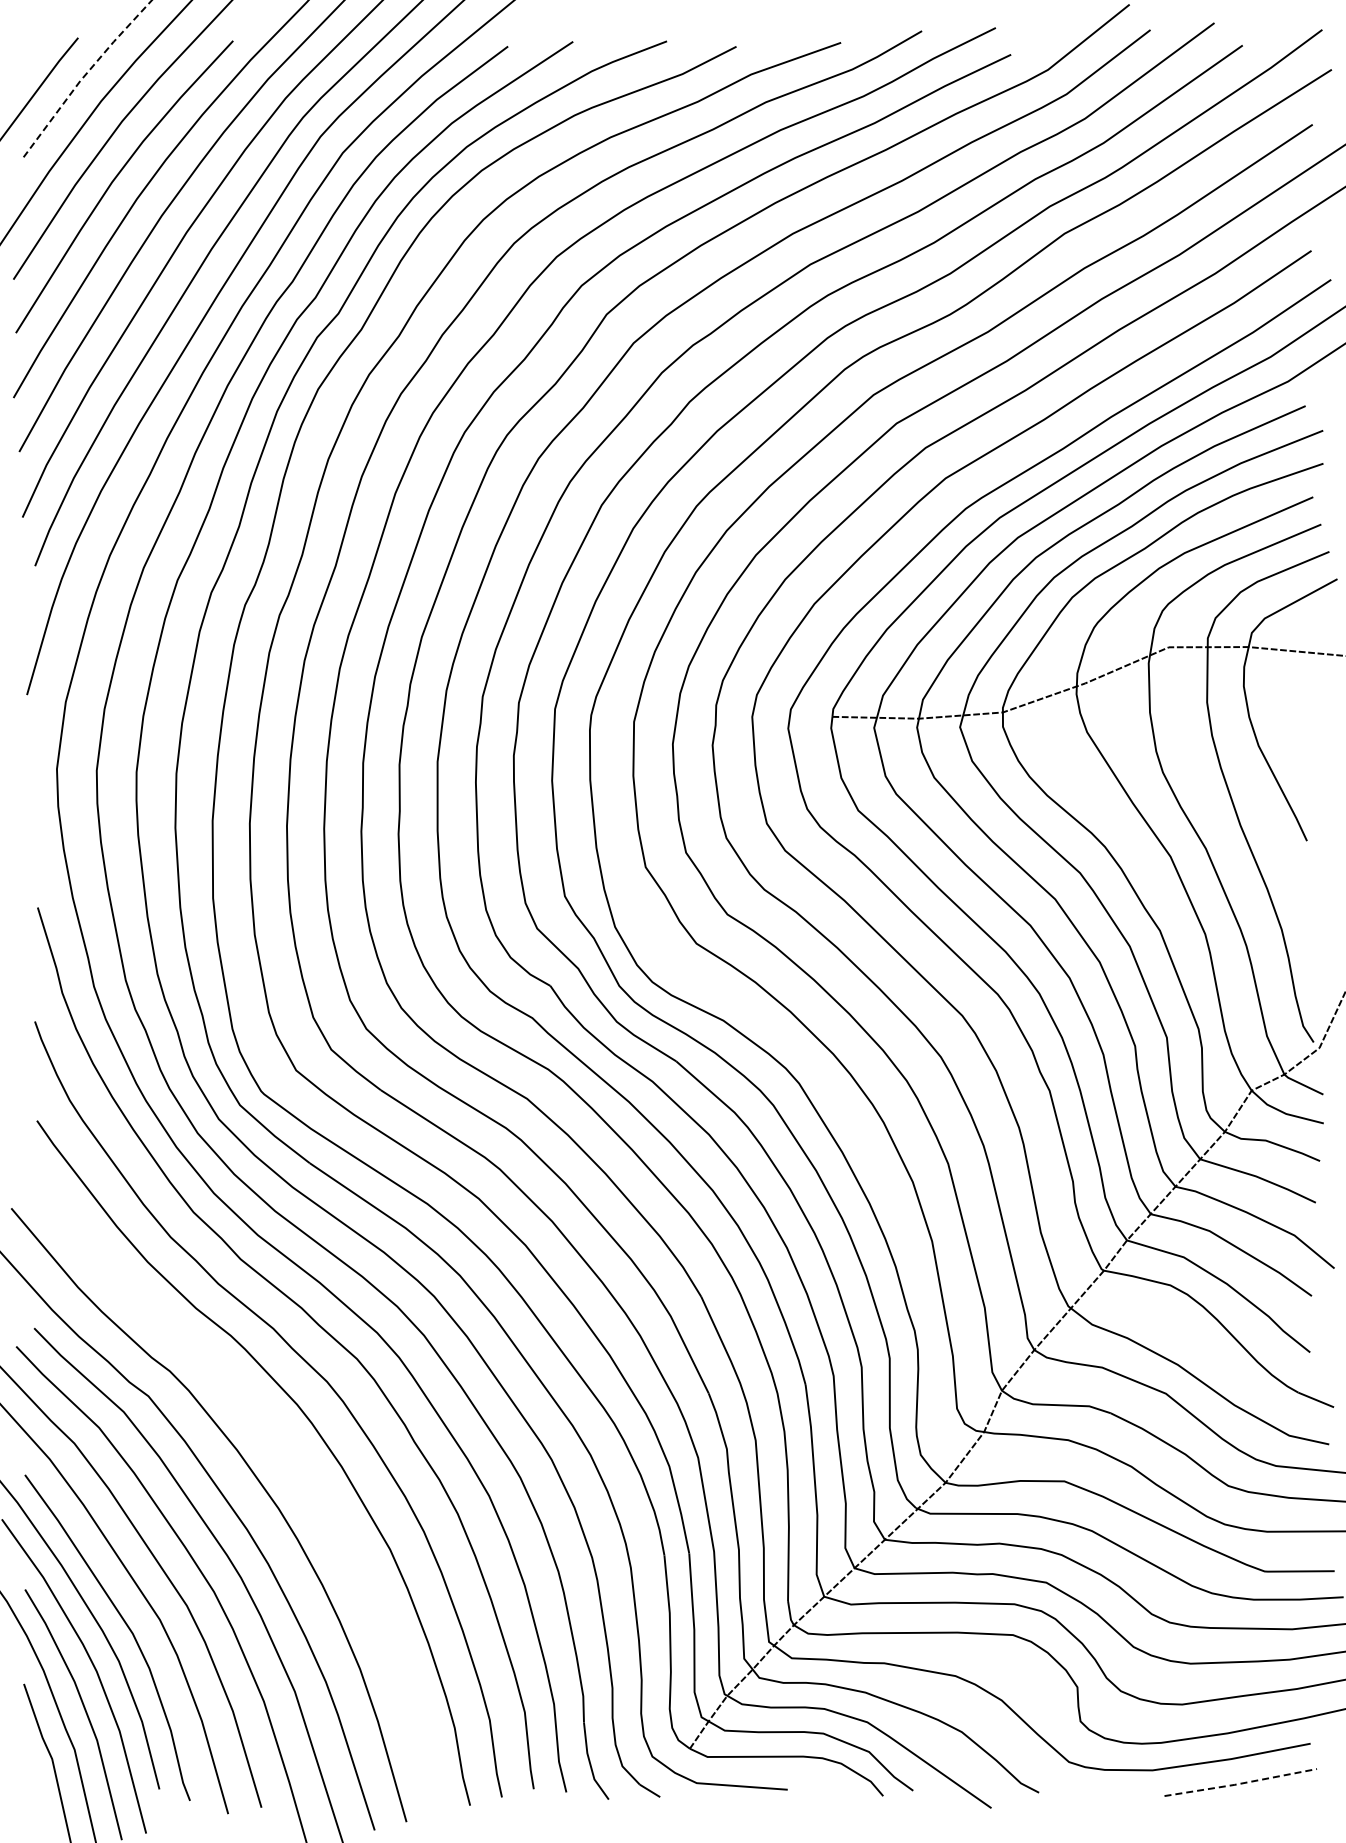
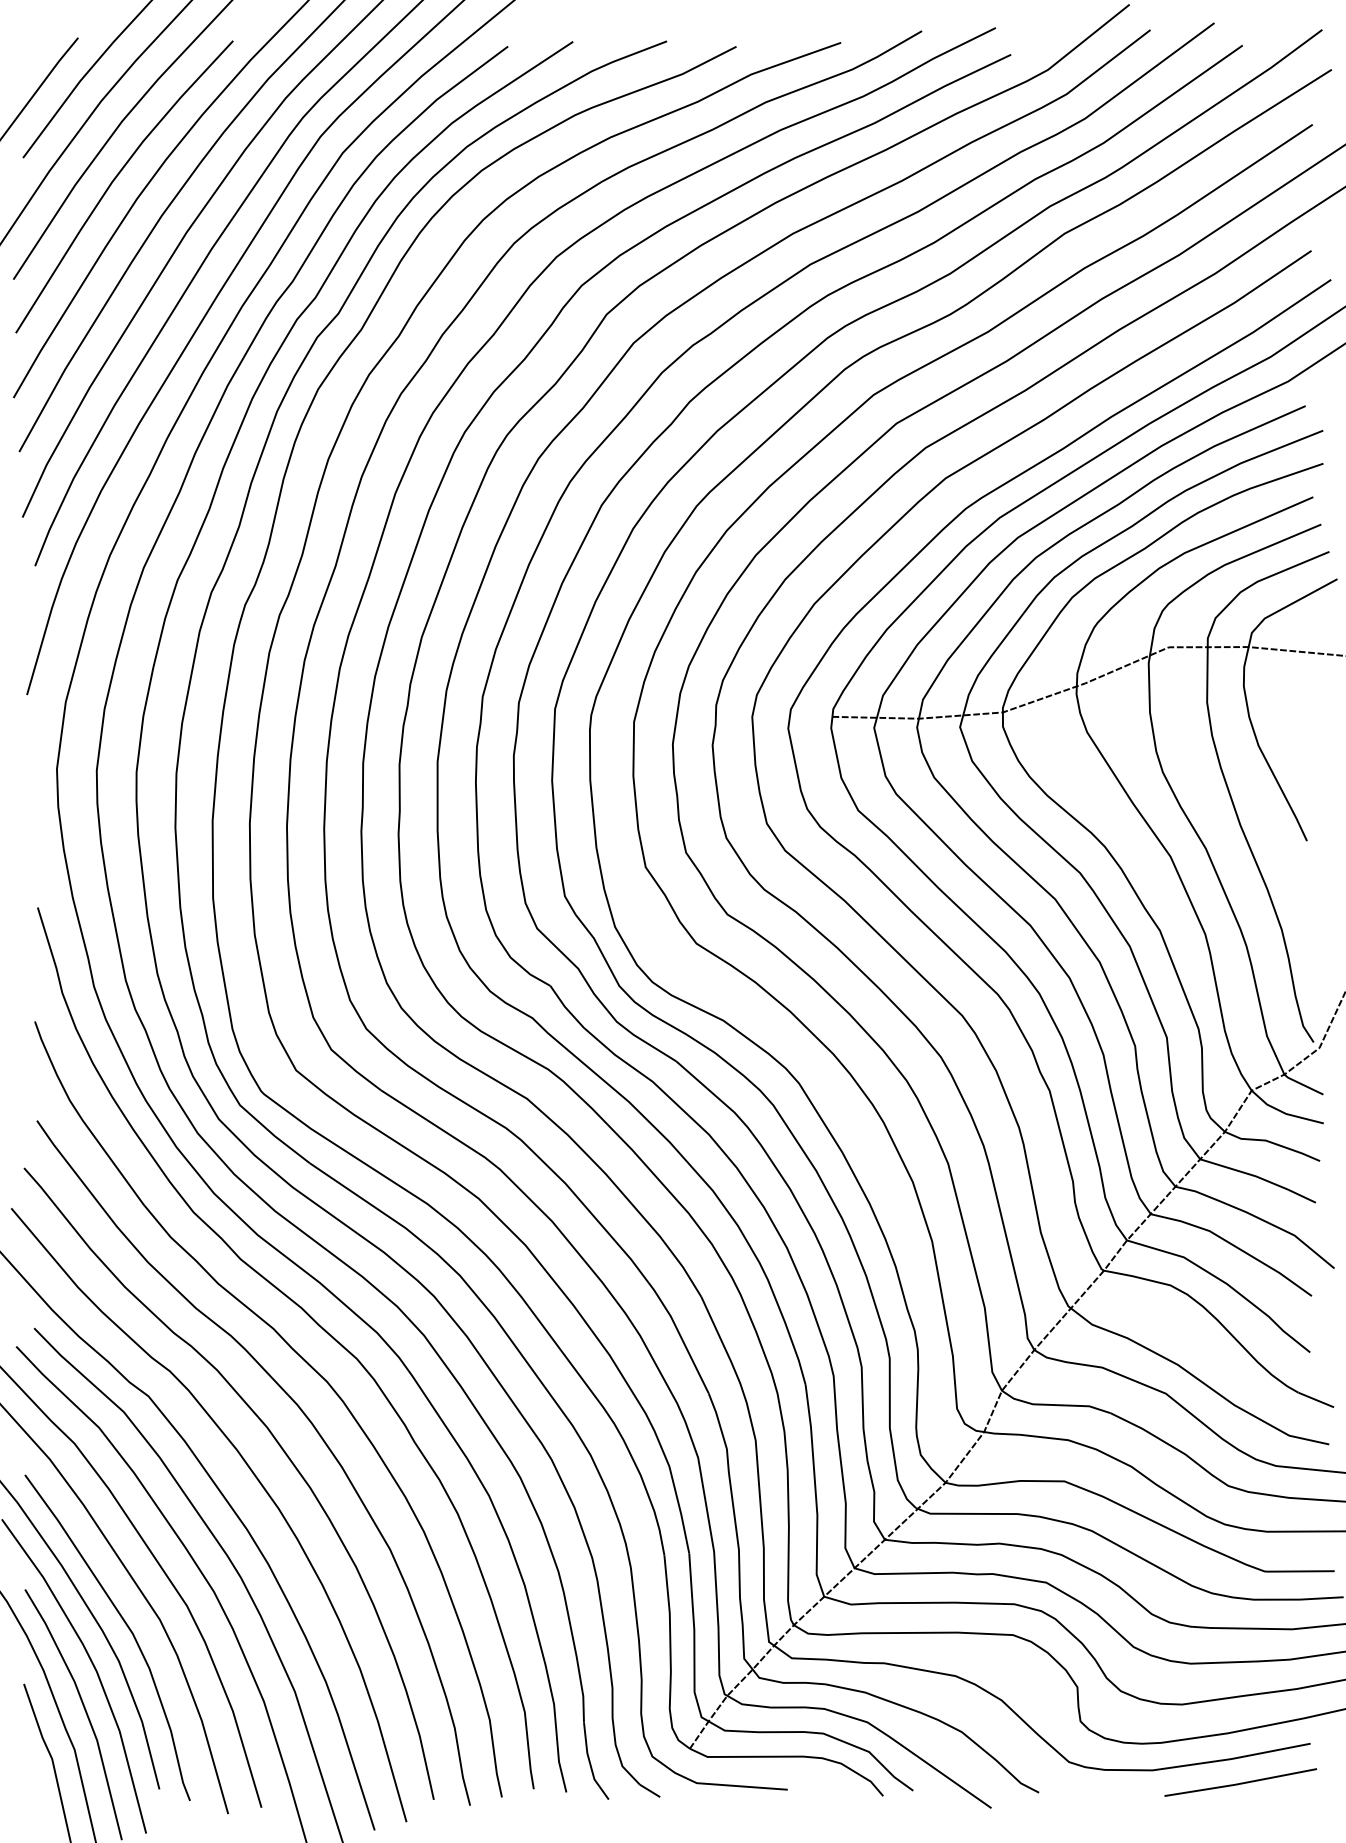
line at (84, 76): dashed -> solid
curve at (278, 1445): none -> present
line at (1240, 1783): dashed -> solid
